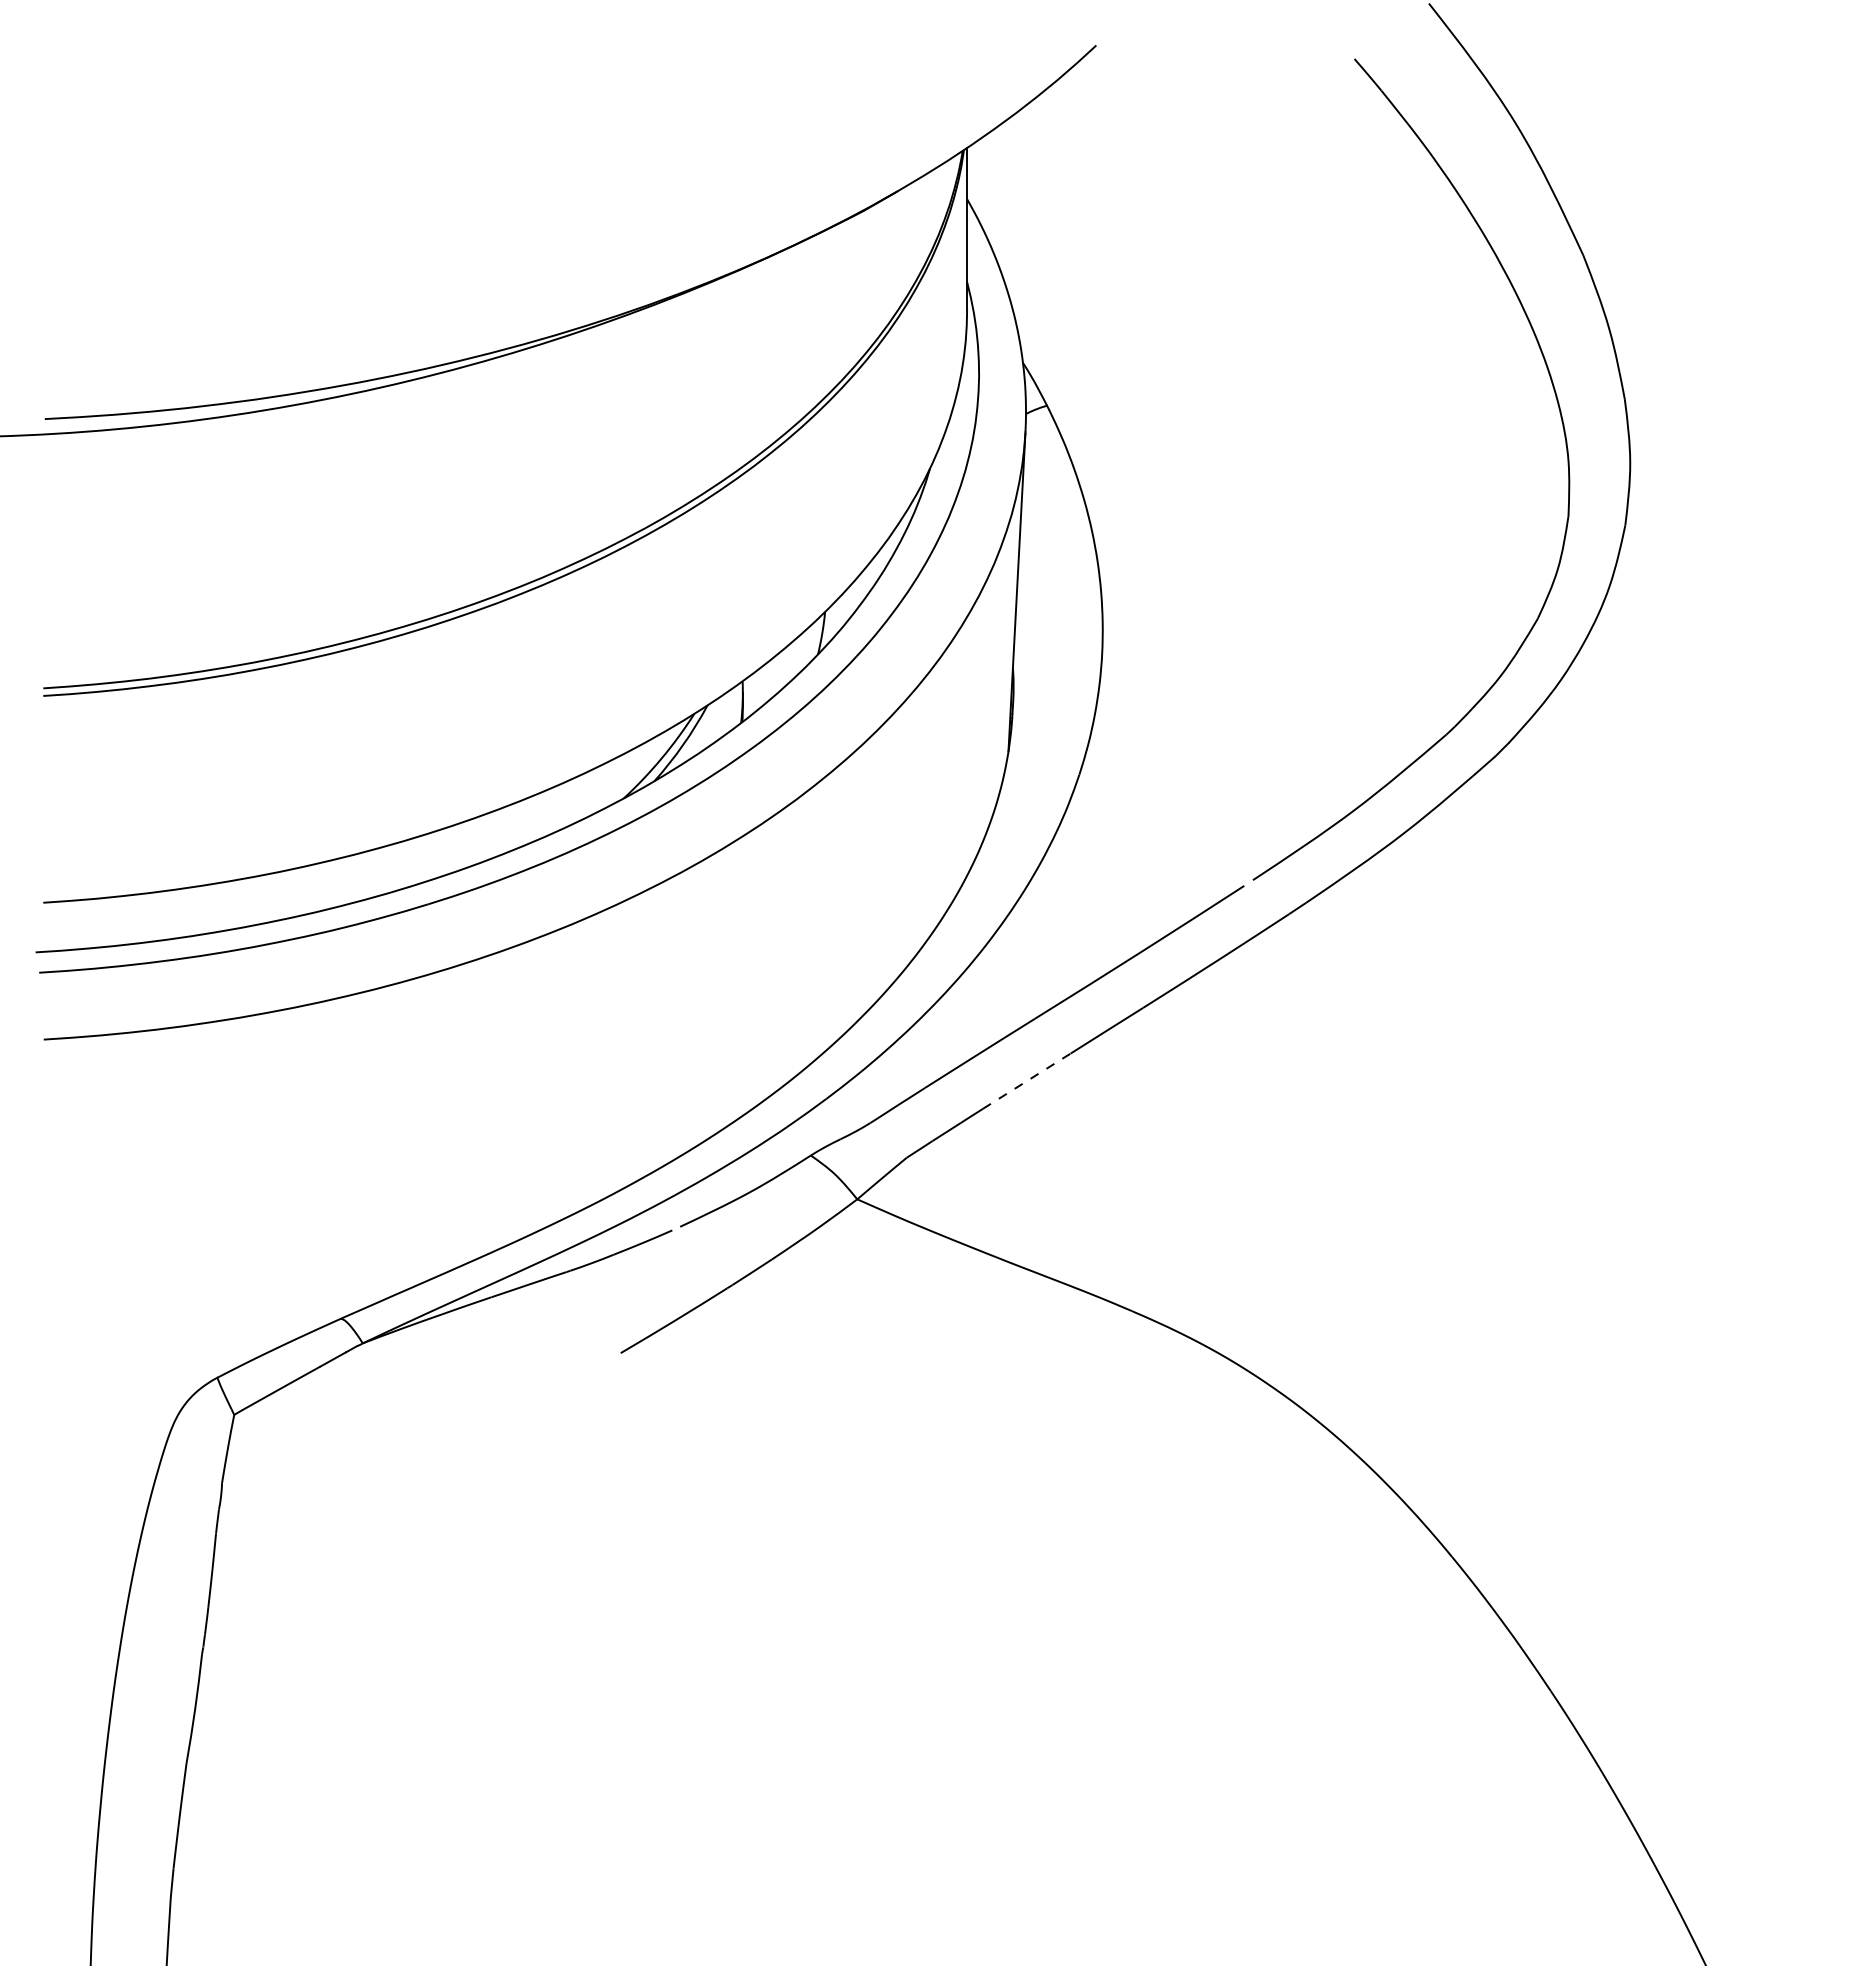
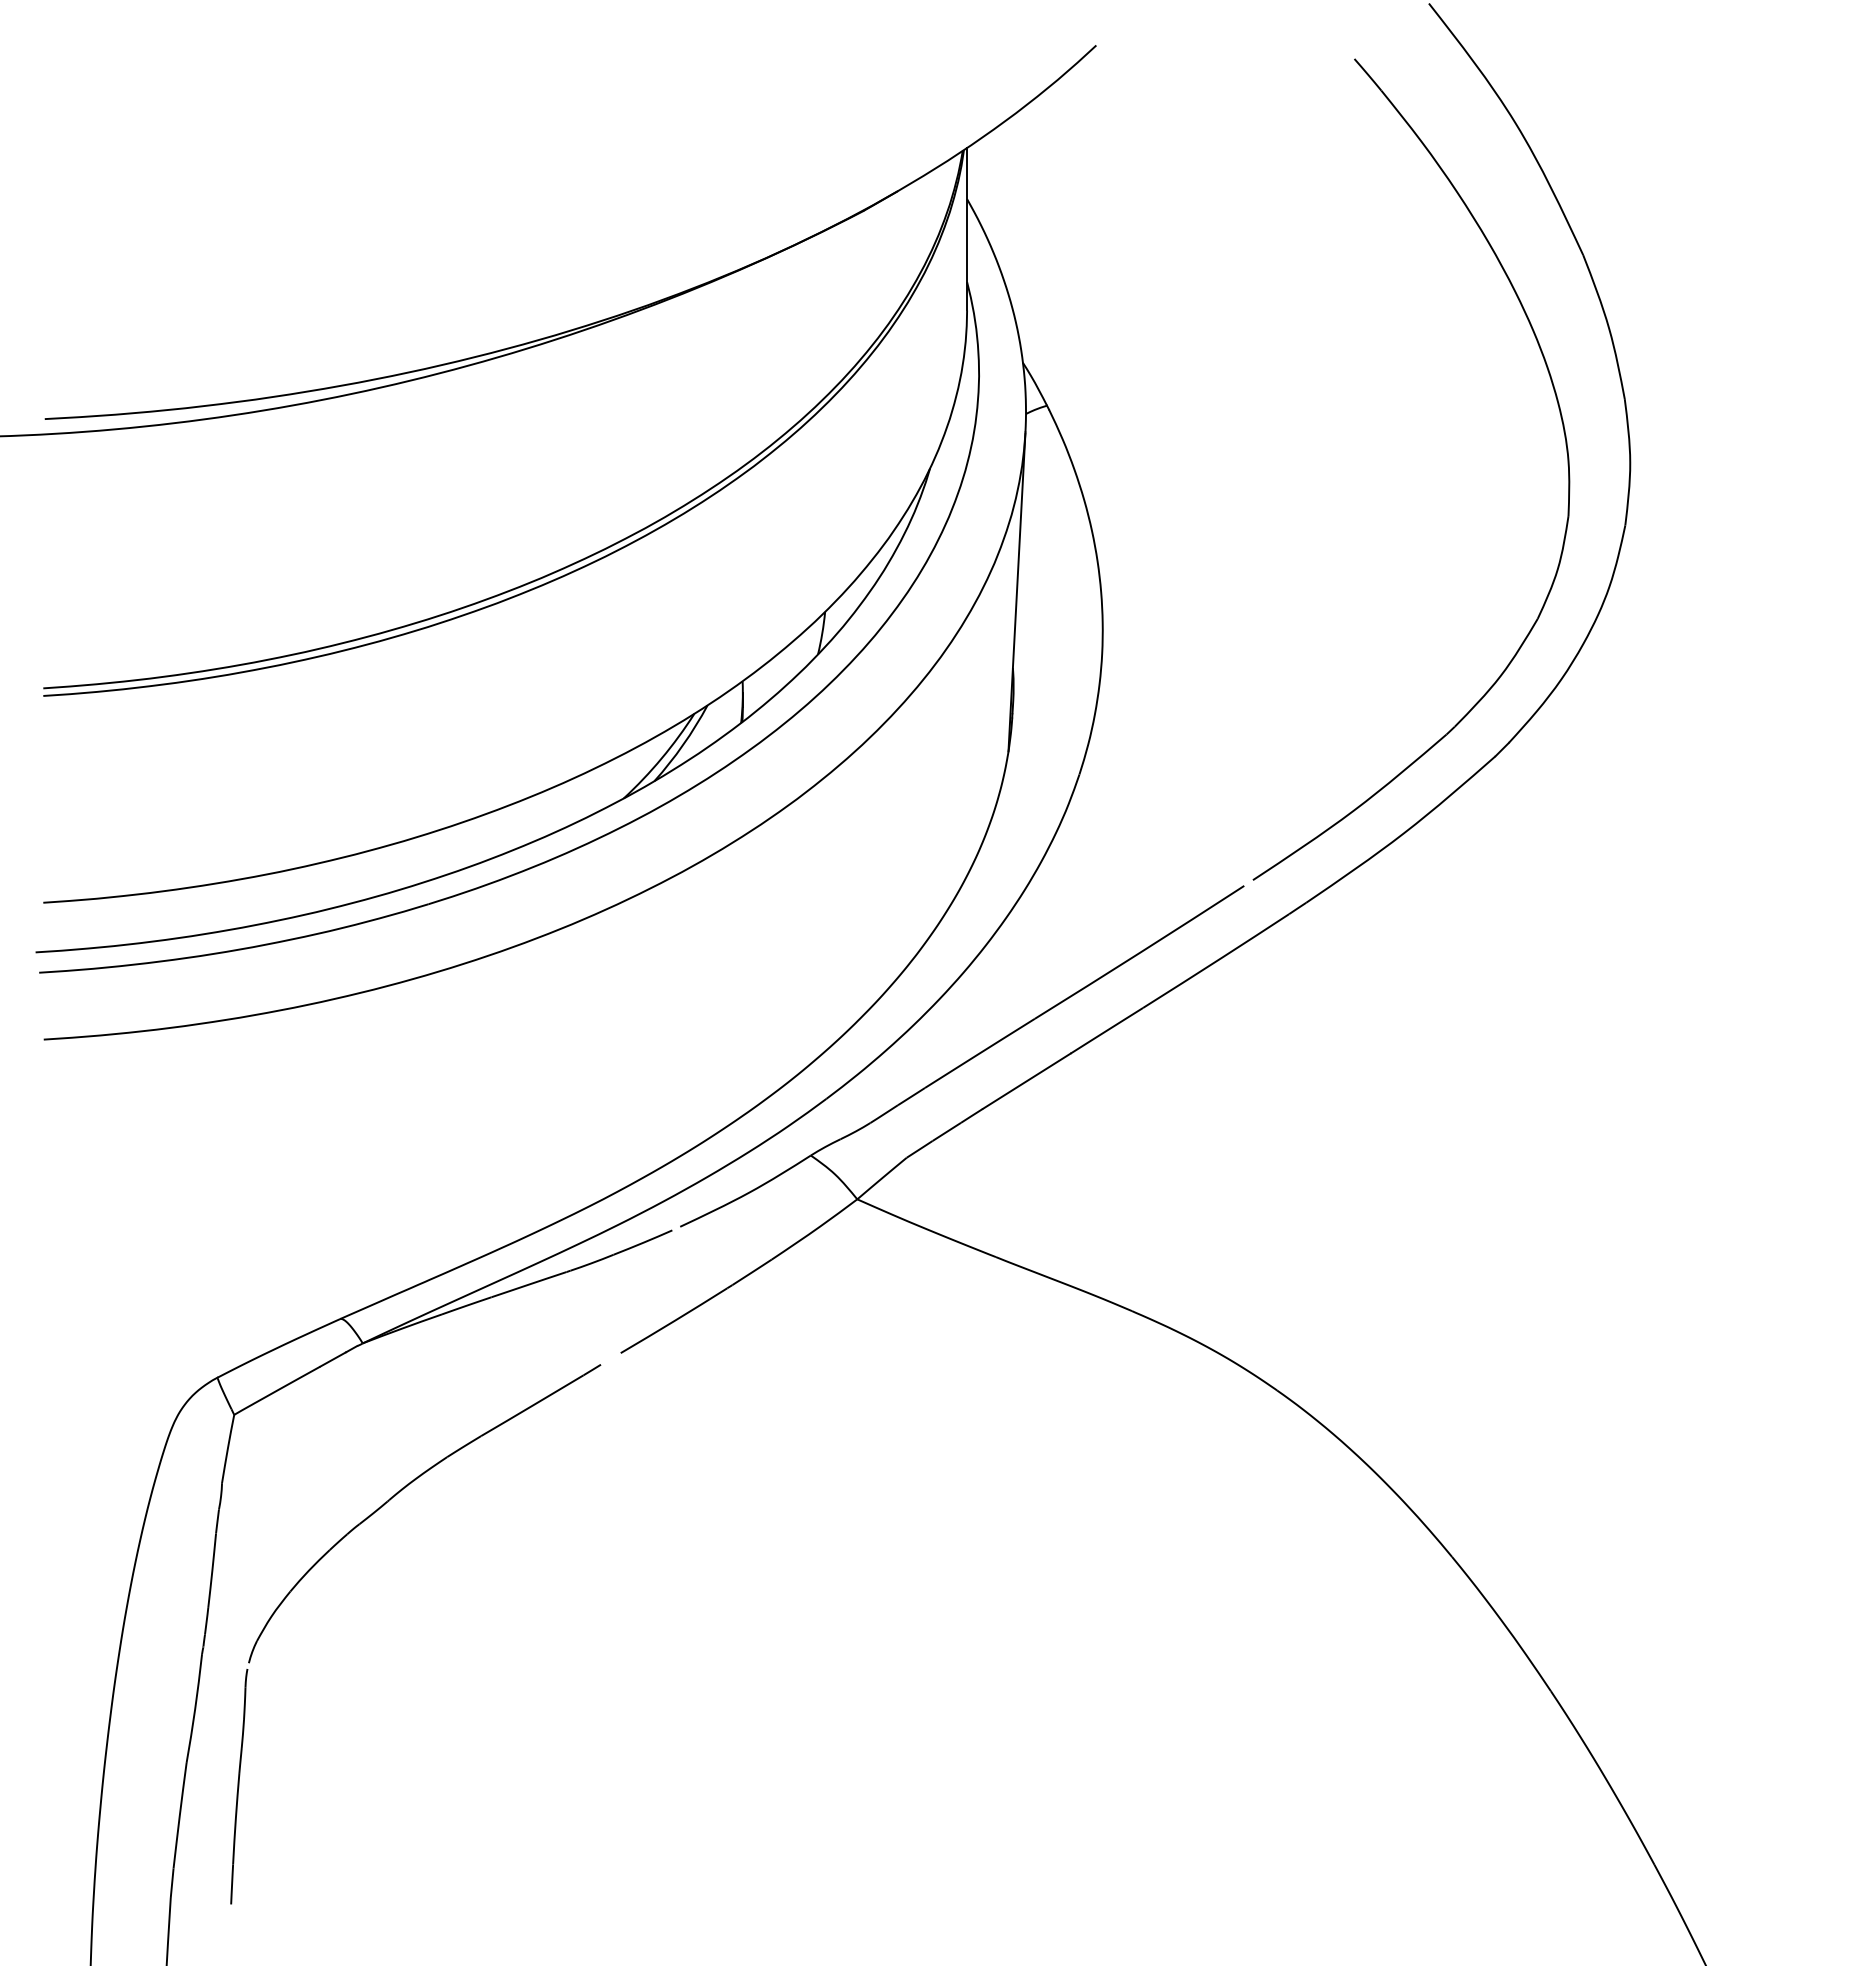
line at (1026, 1081): dashed -> solid
part at (335, 1546): none -> present
